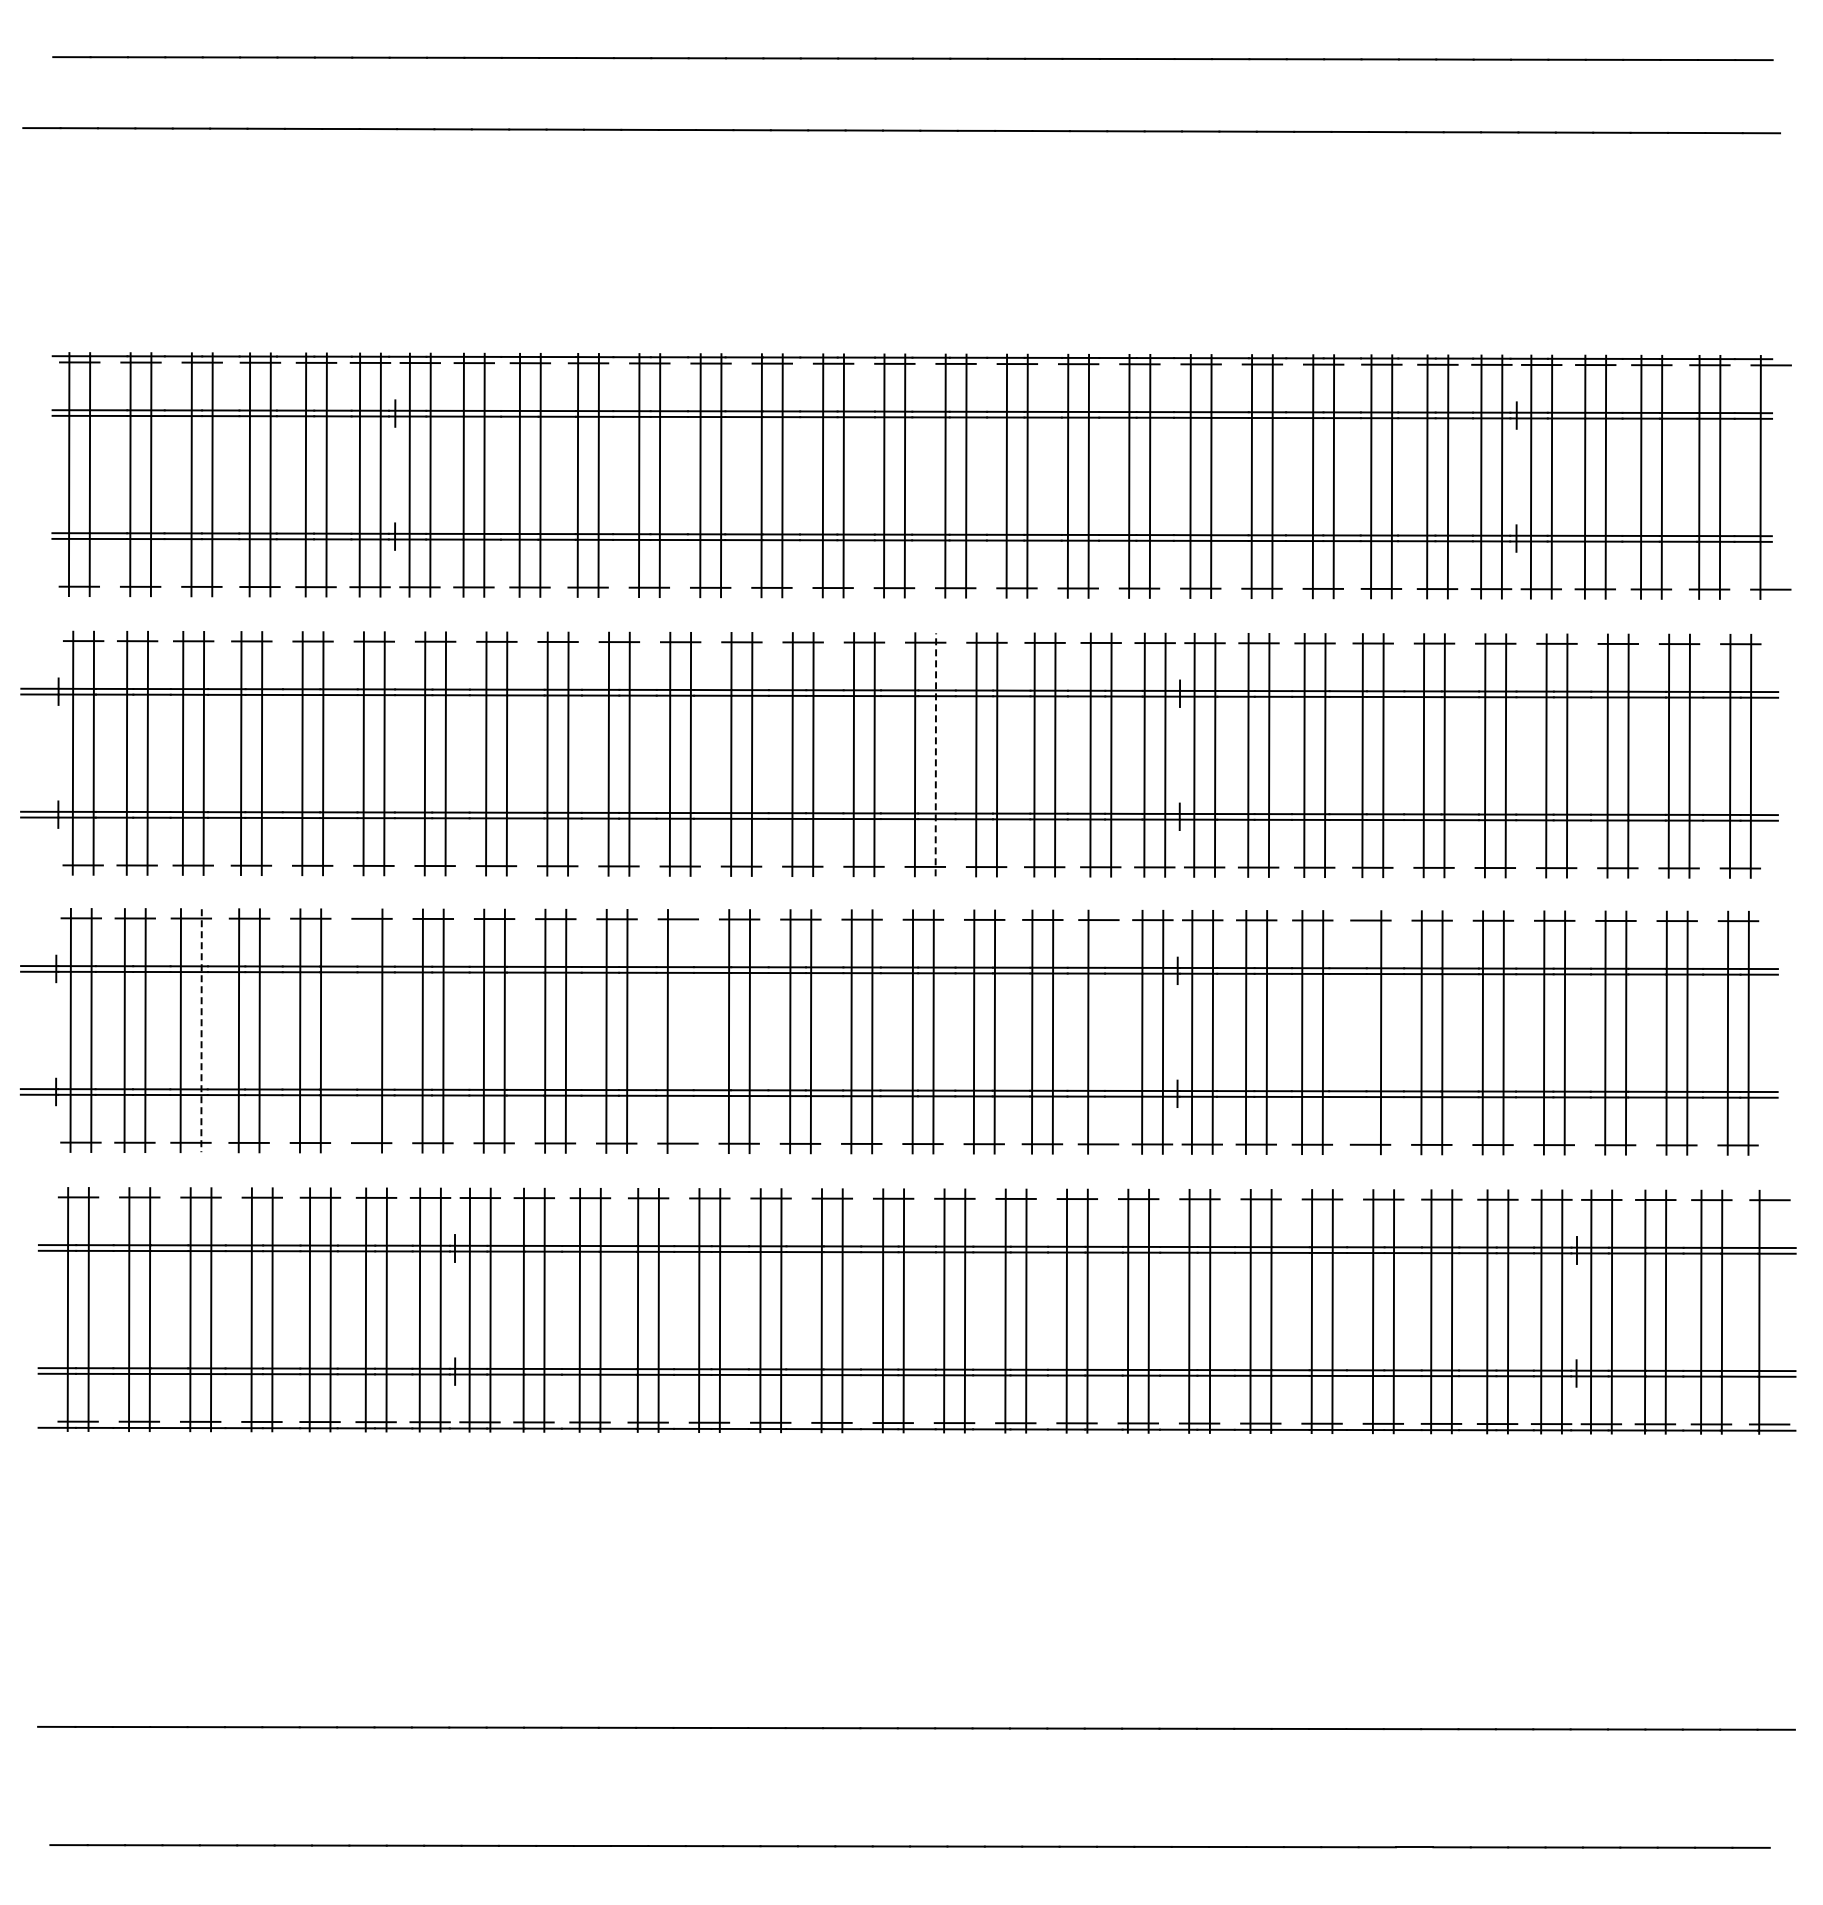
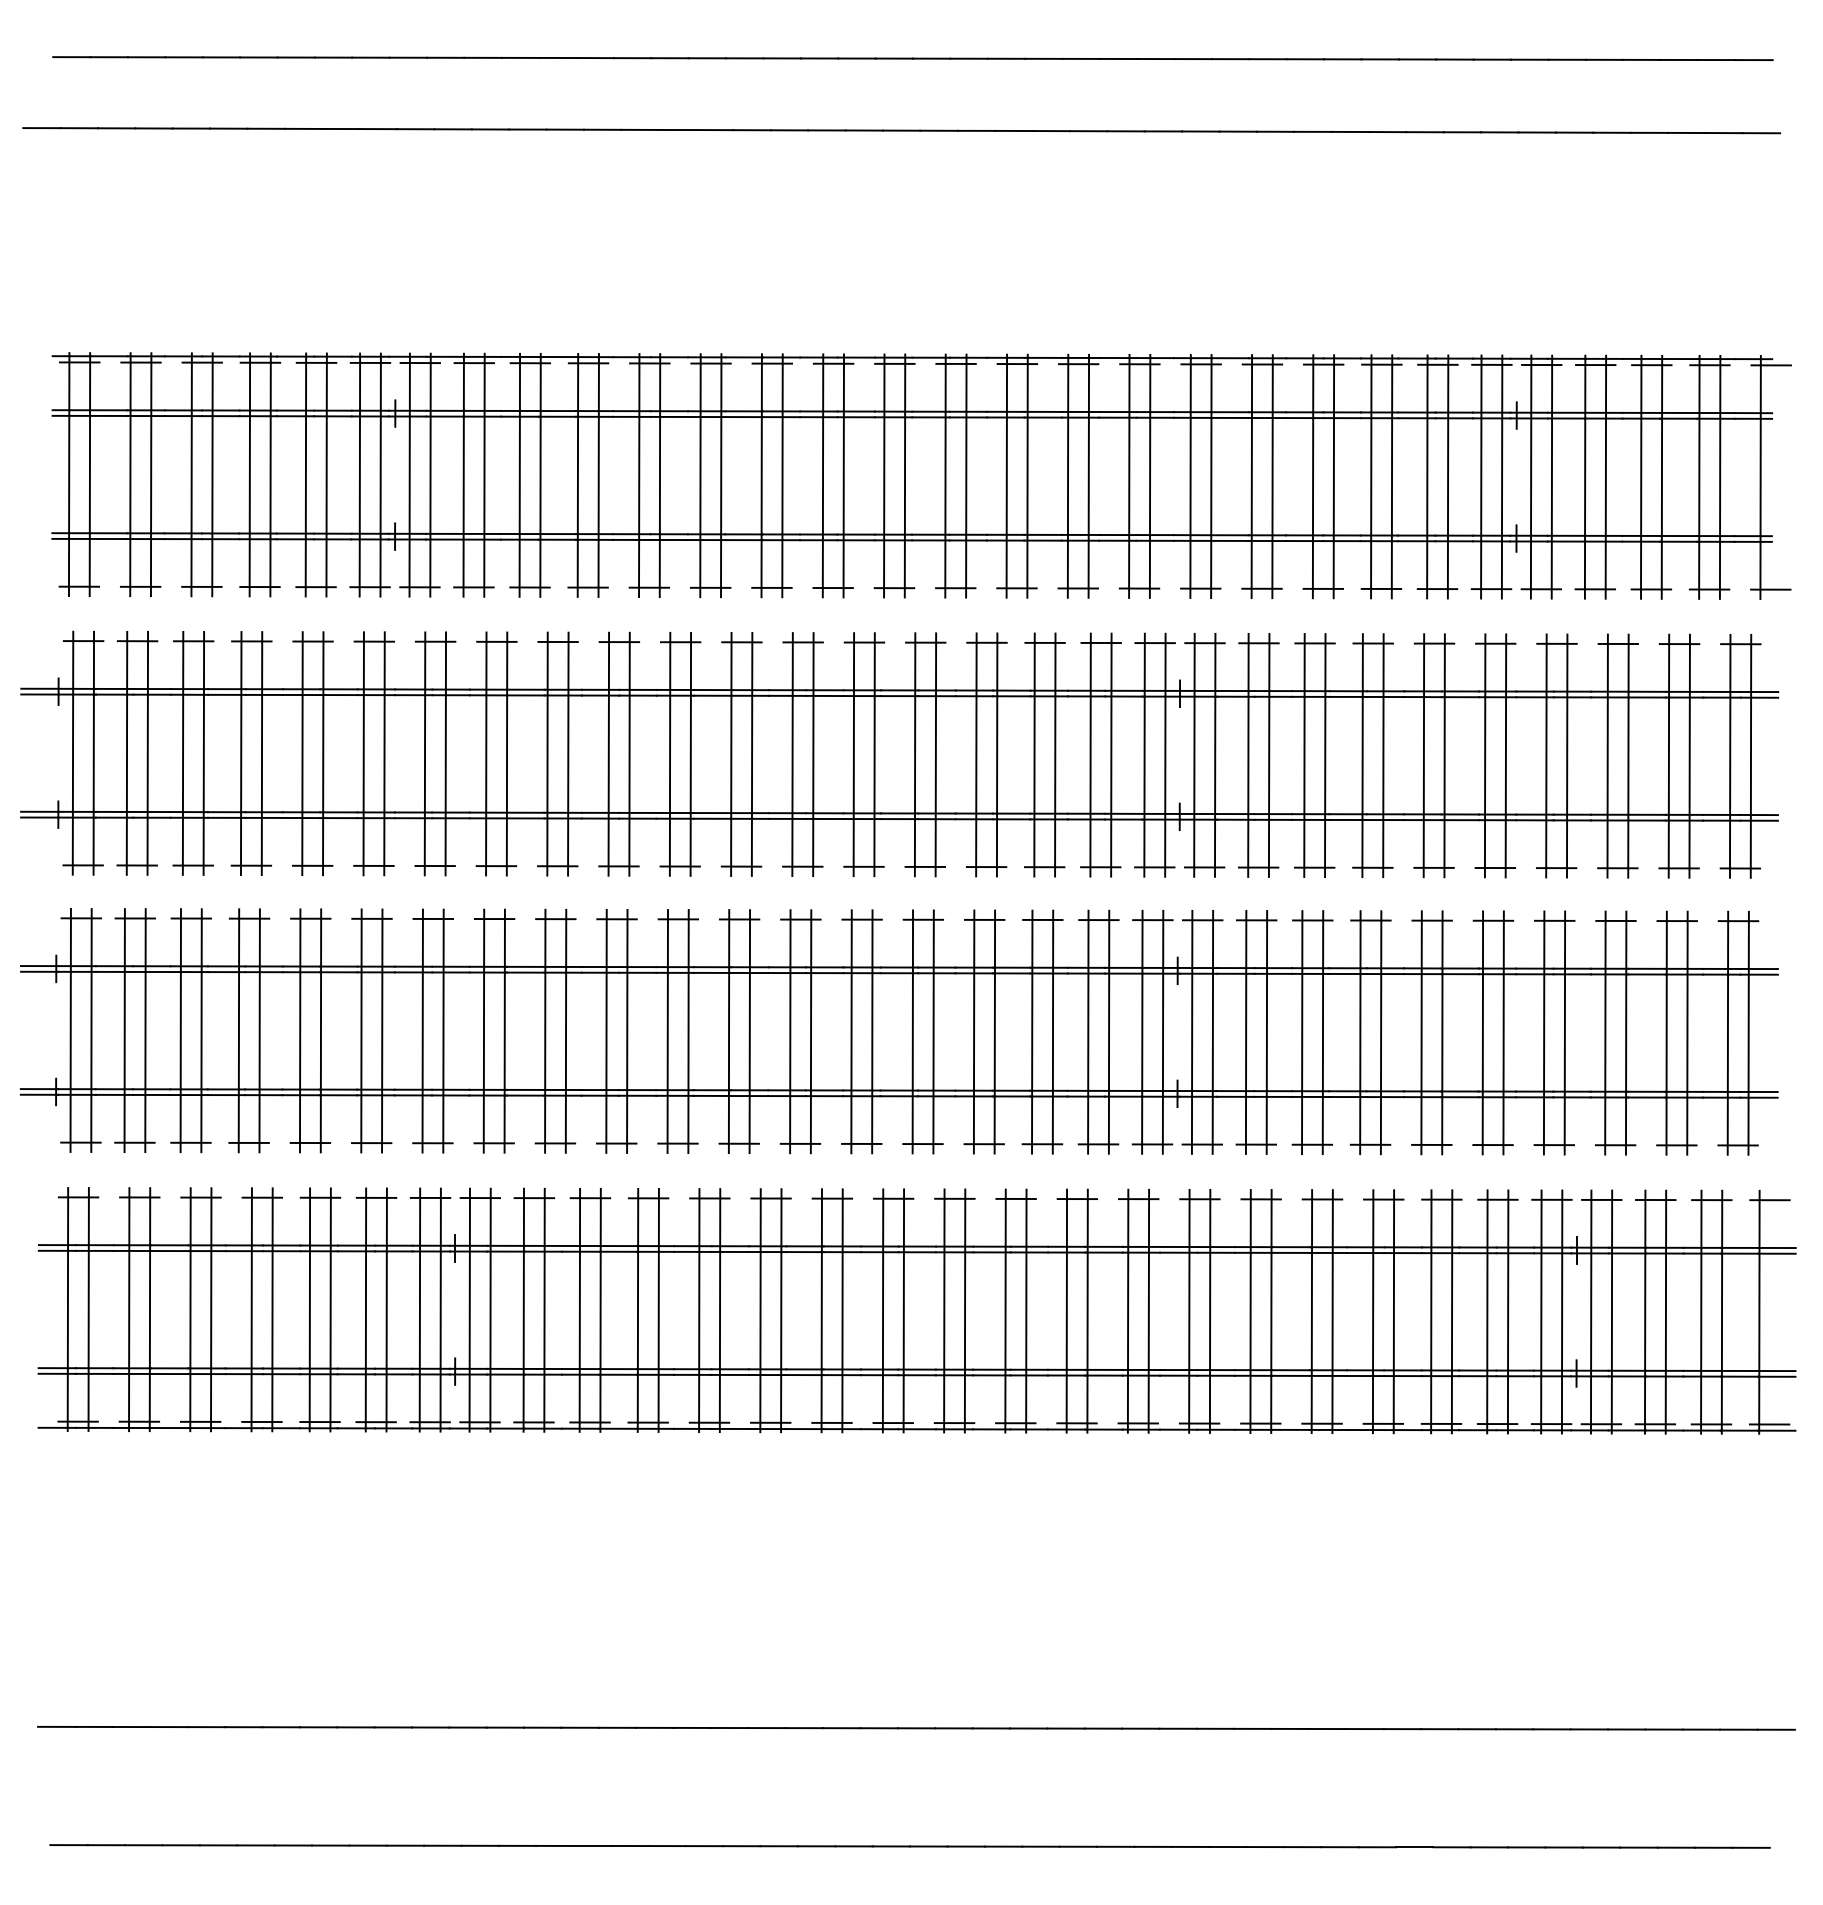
line at (935, 754): dashed -> solid
line at (361, 1030): none -> present
line at (201, 1031): dashed -> solid
line at (688, 1031): none -> present
line at (1108, 1031): none -> present
line at (1360, 1032): none -> present
